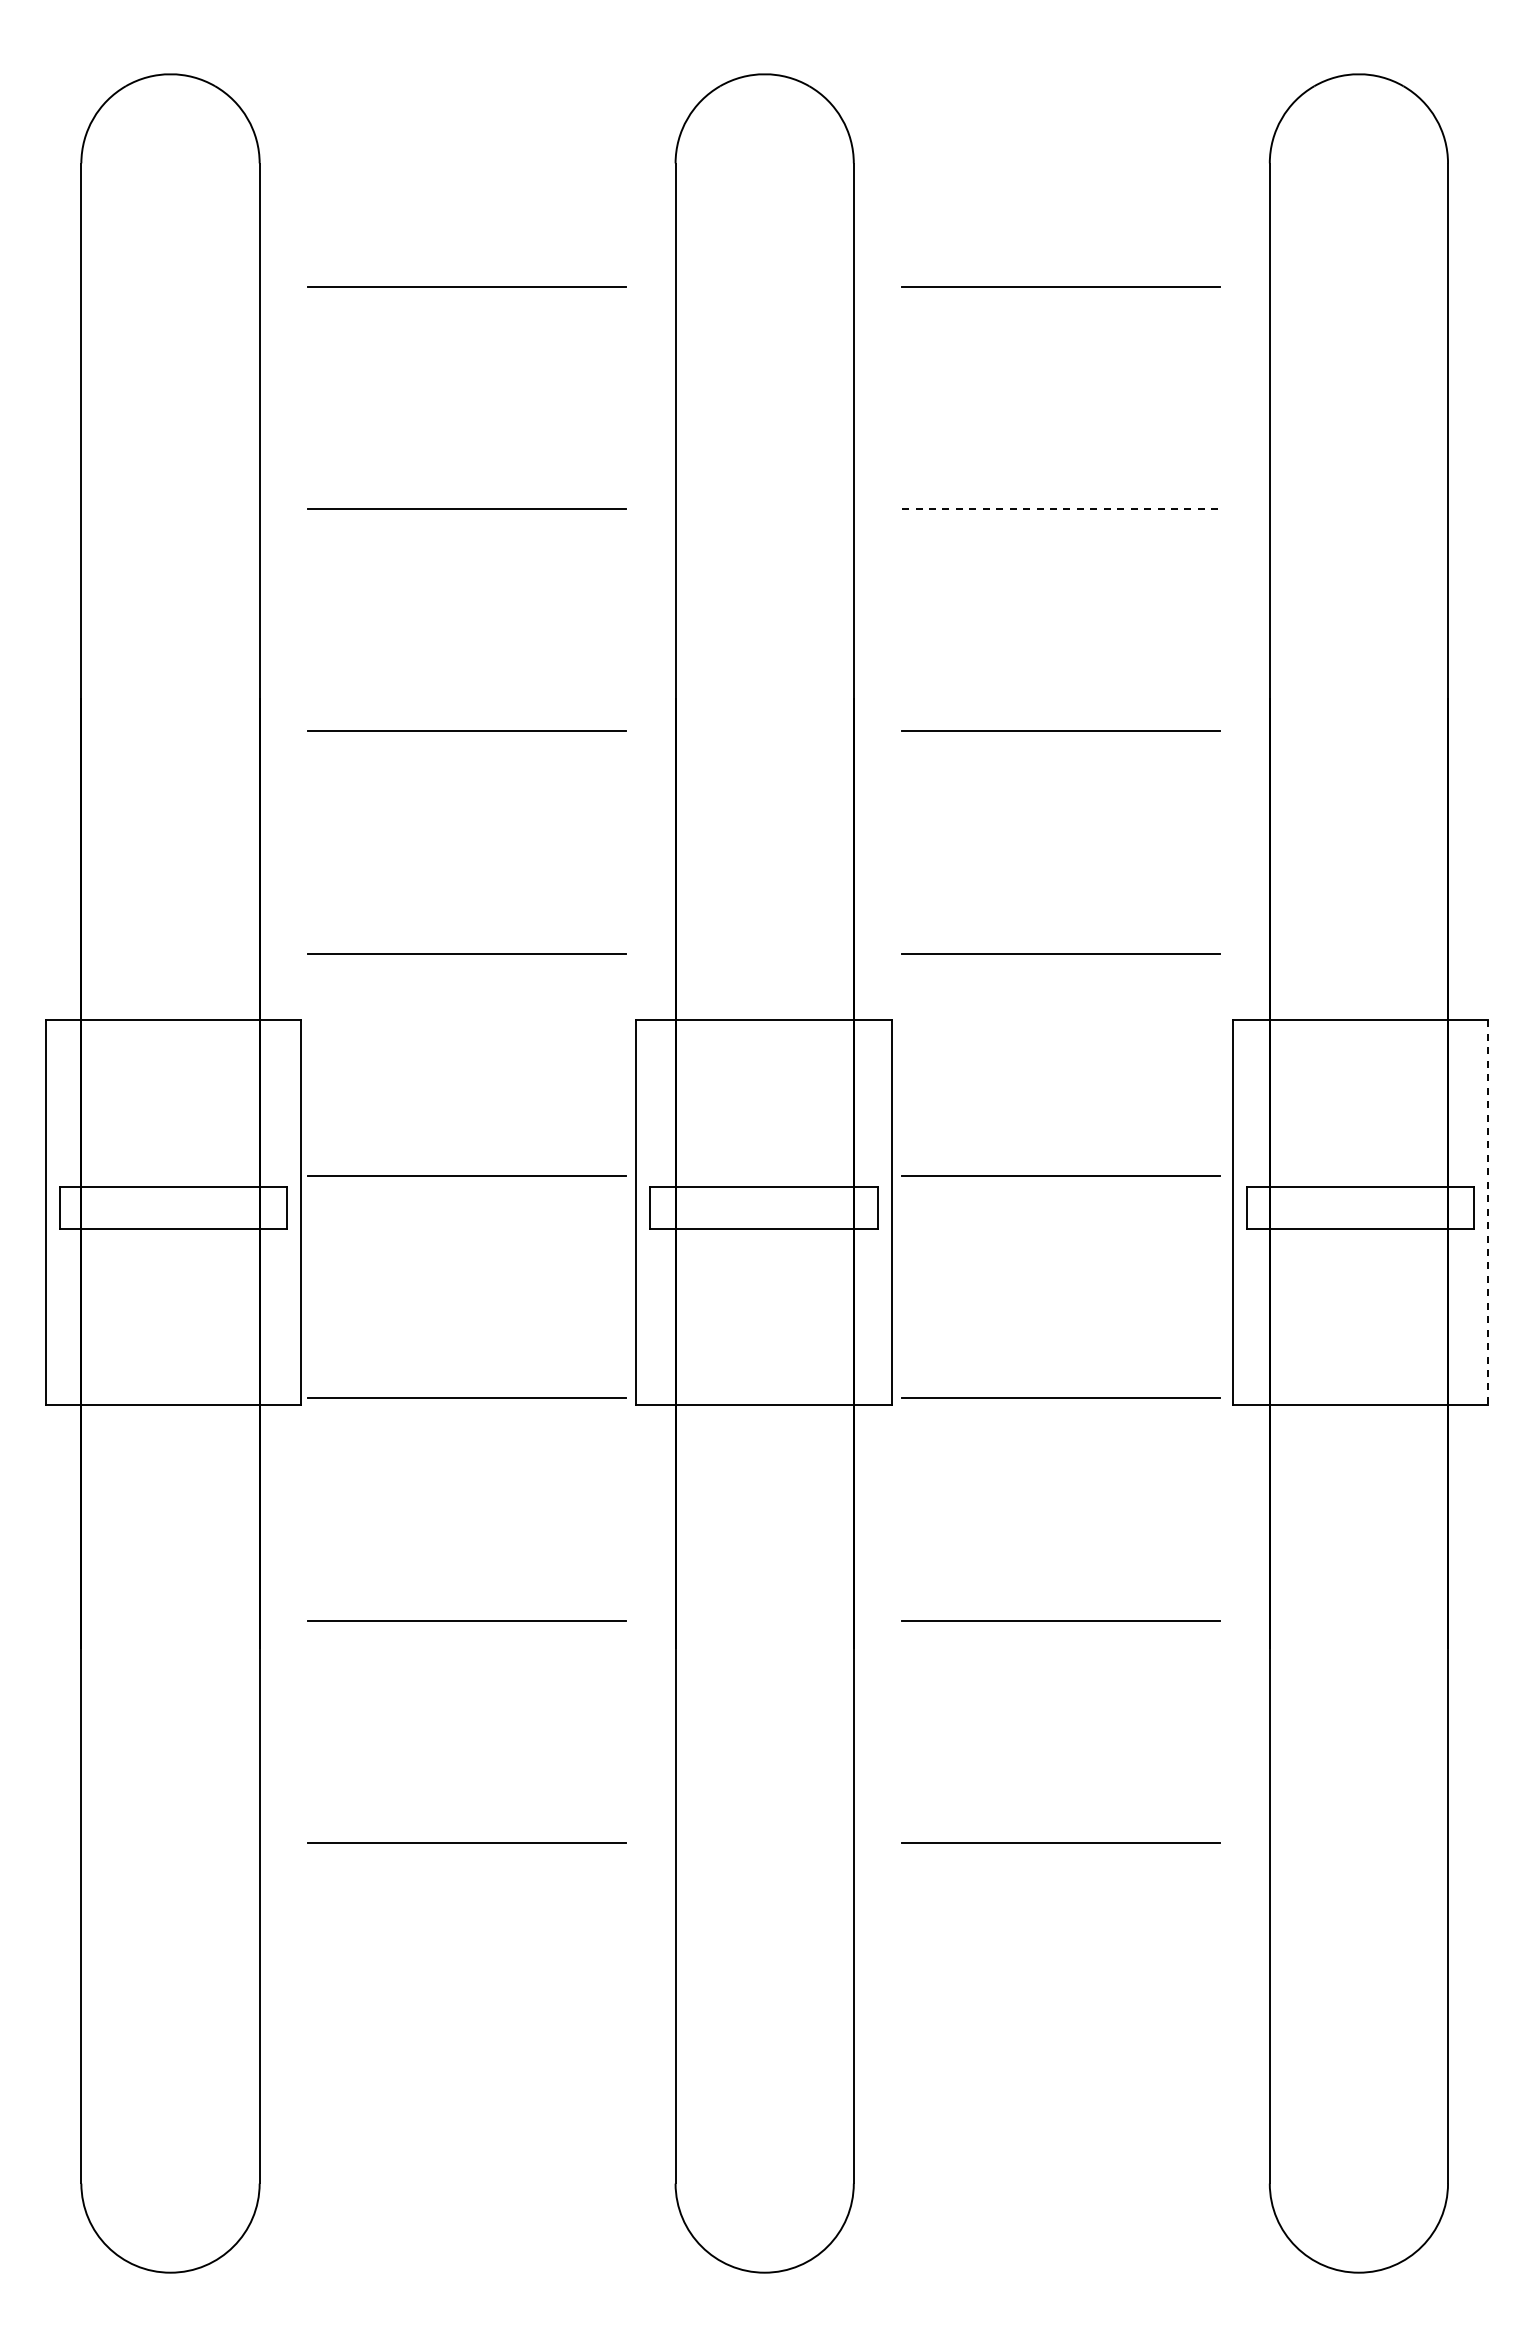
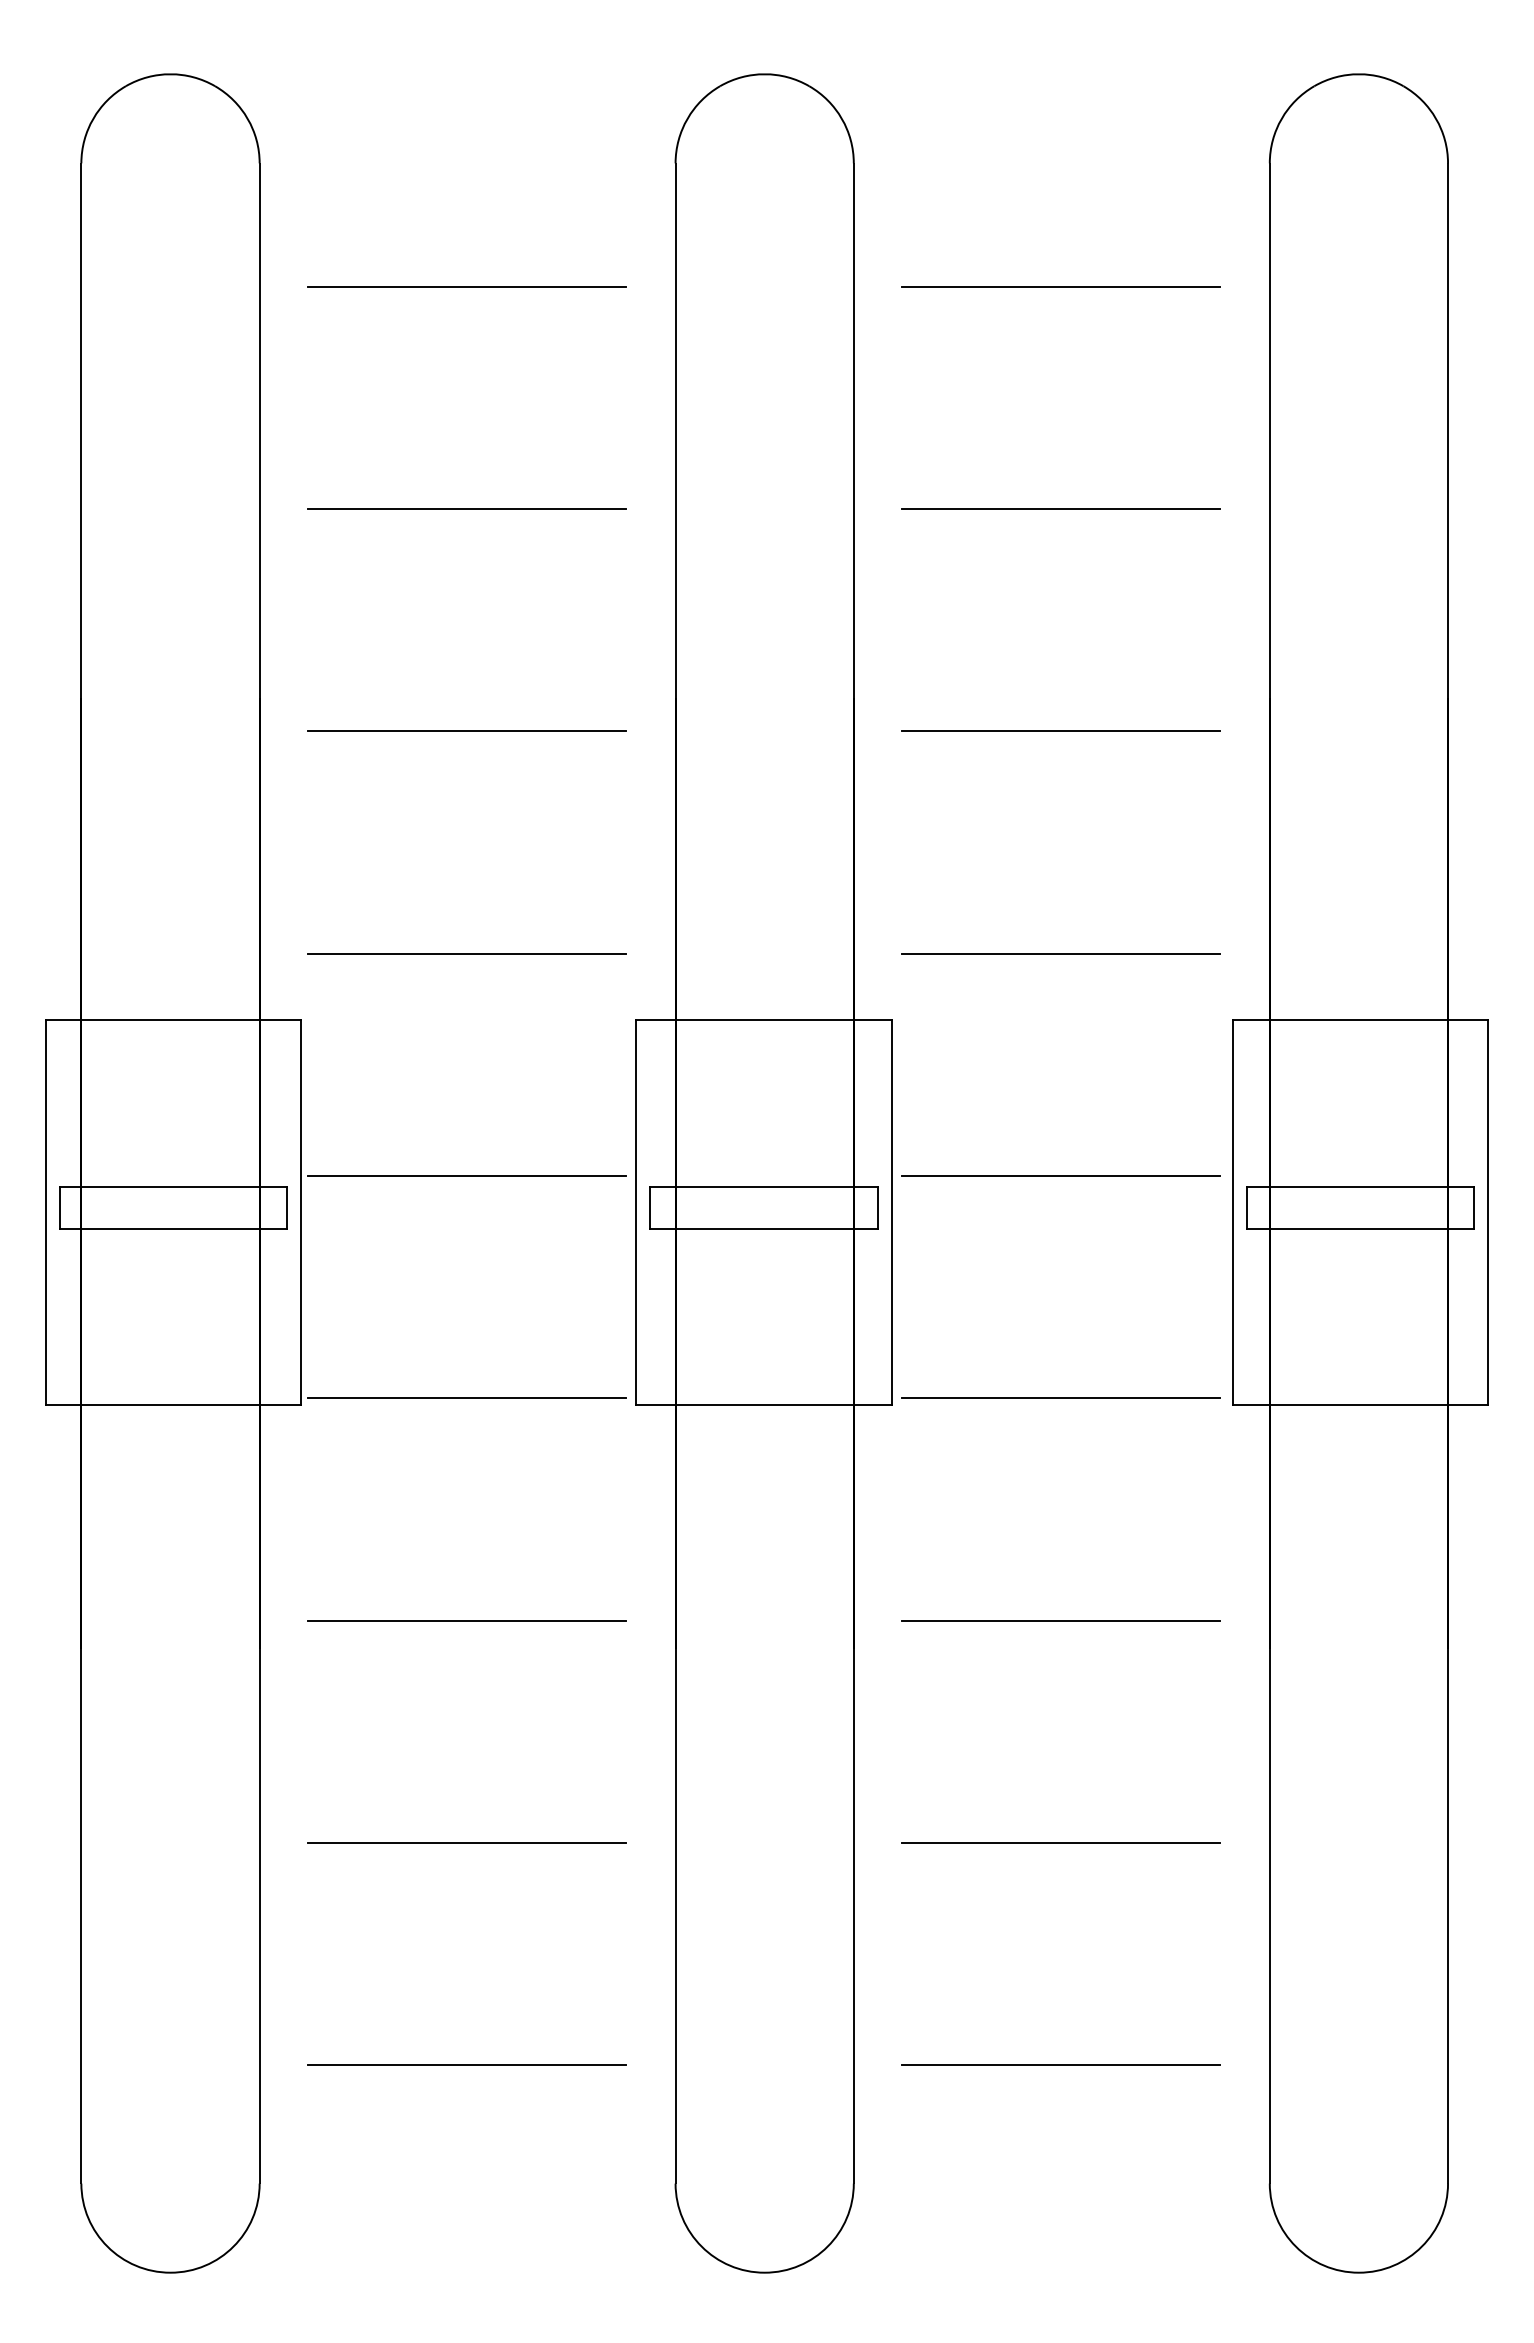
line at (1061, 508): dashed -> solid
line at (1488, 1213): dashed -> solid
line at (466, 2065): none -> present
line at (1061, 2065): none -> present
